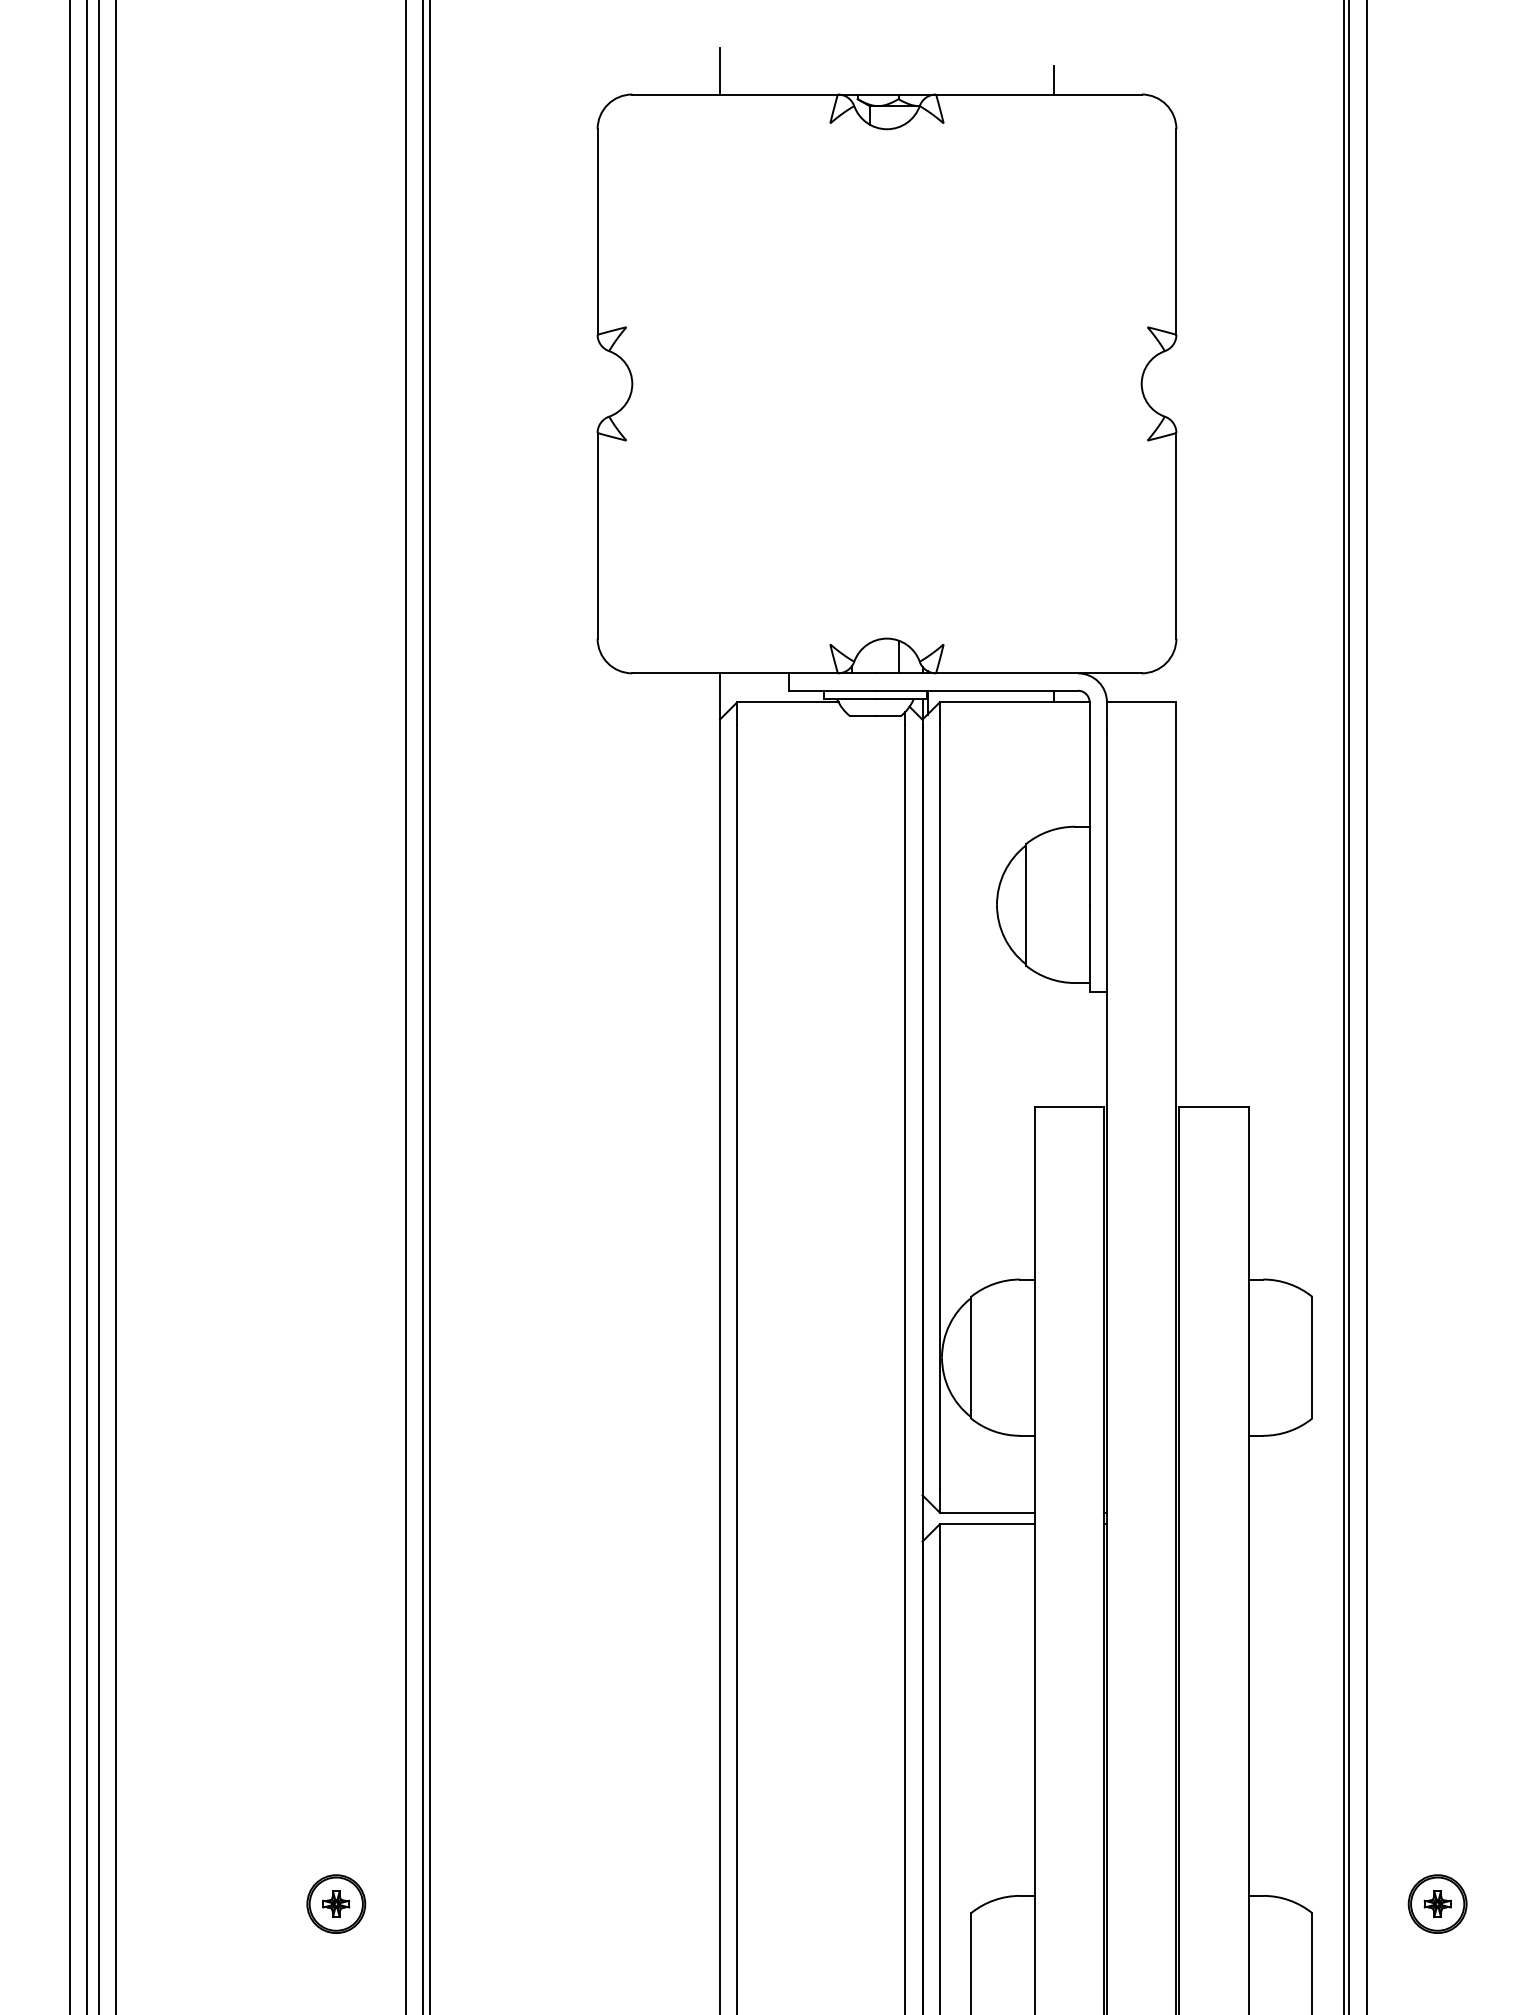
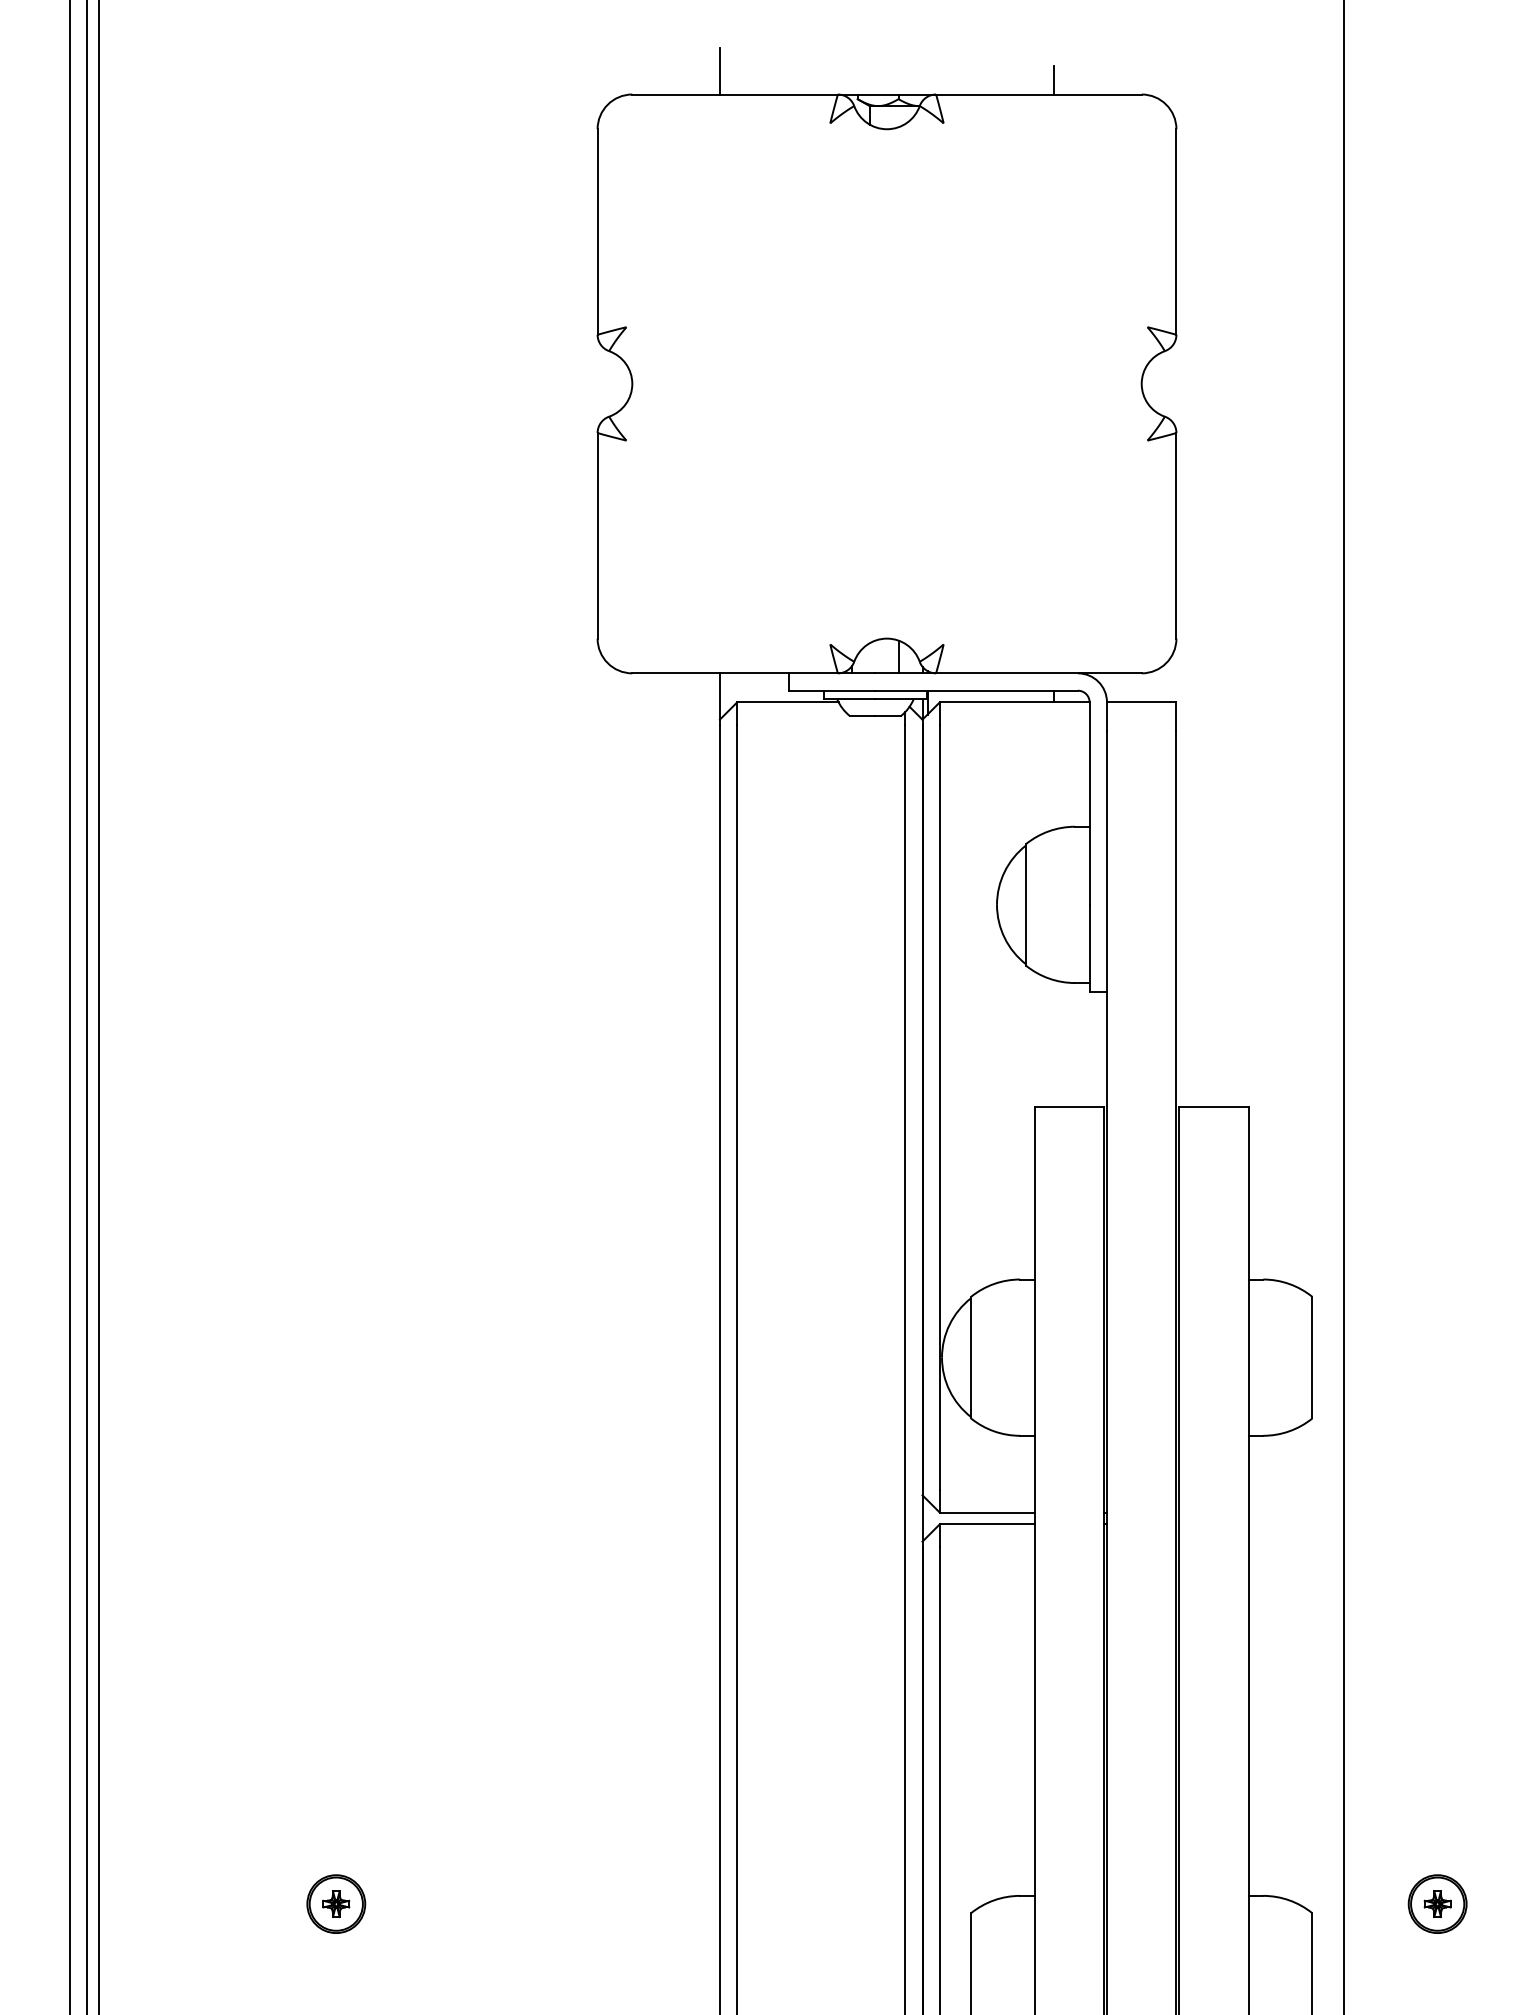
line at (116, 1006): present -> none
line at (405, 1006): present -> none
line at (423, 1006): present -> none
line at (430, 1006): present -> none
line at (1349, 1006): present -> none
line at (1366, 1006): present -> none
